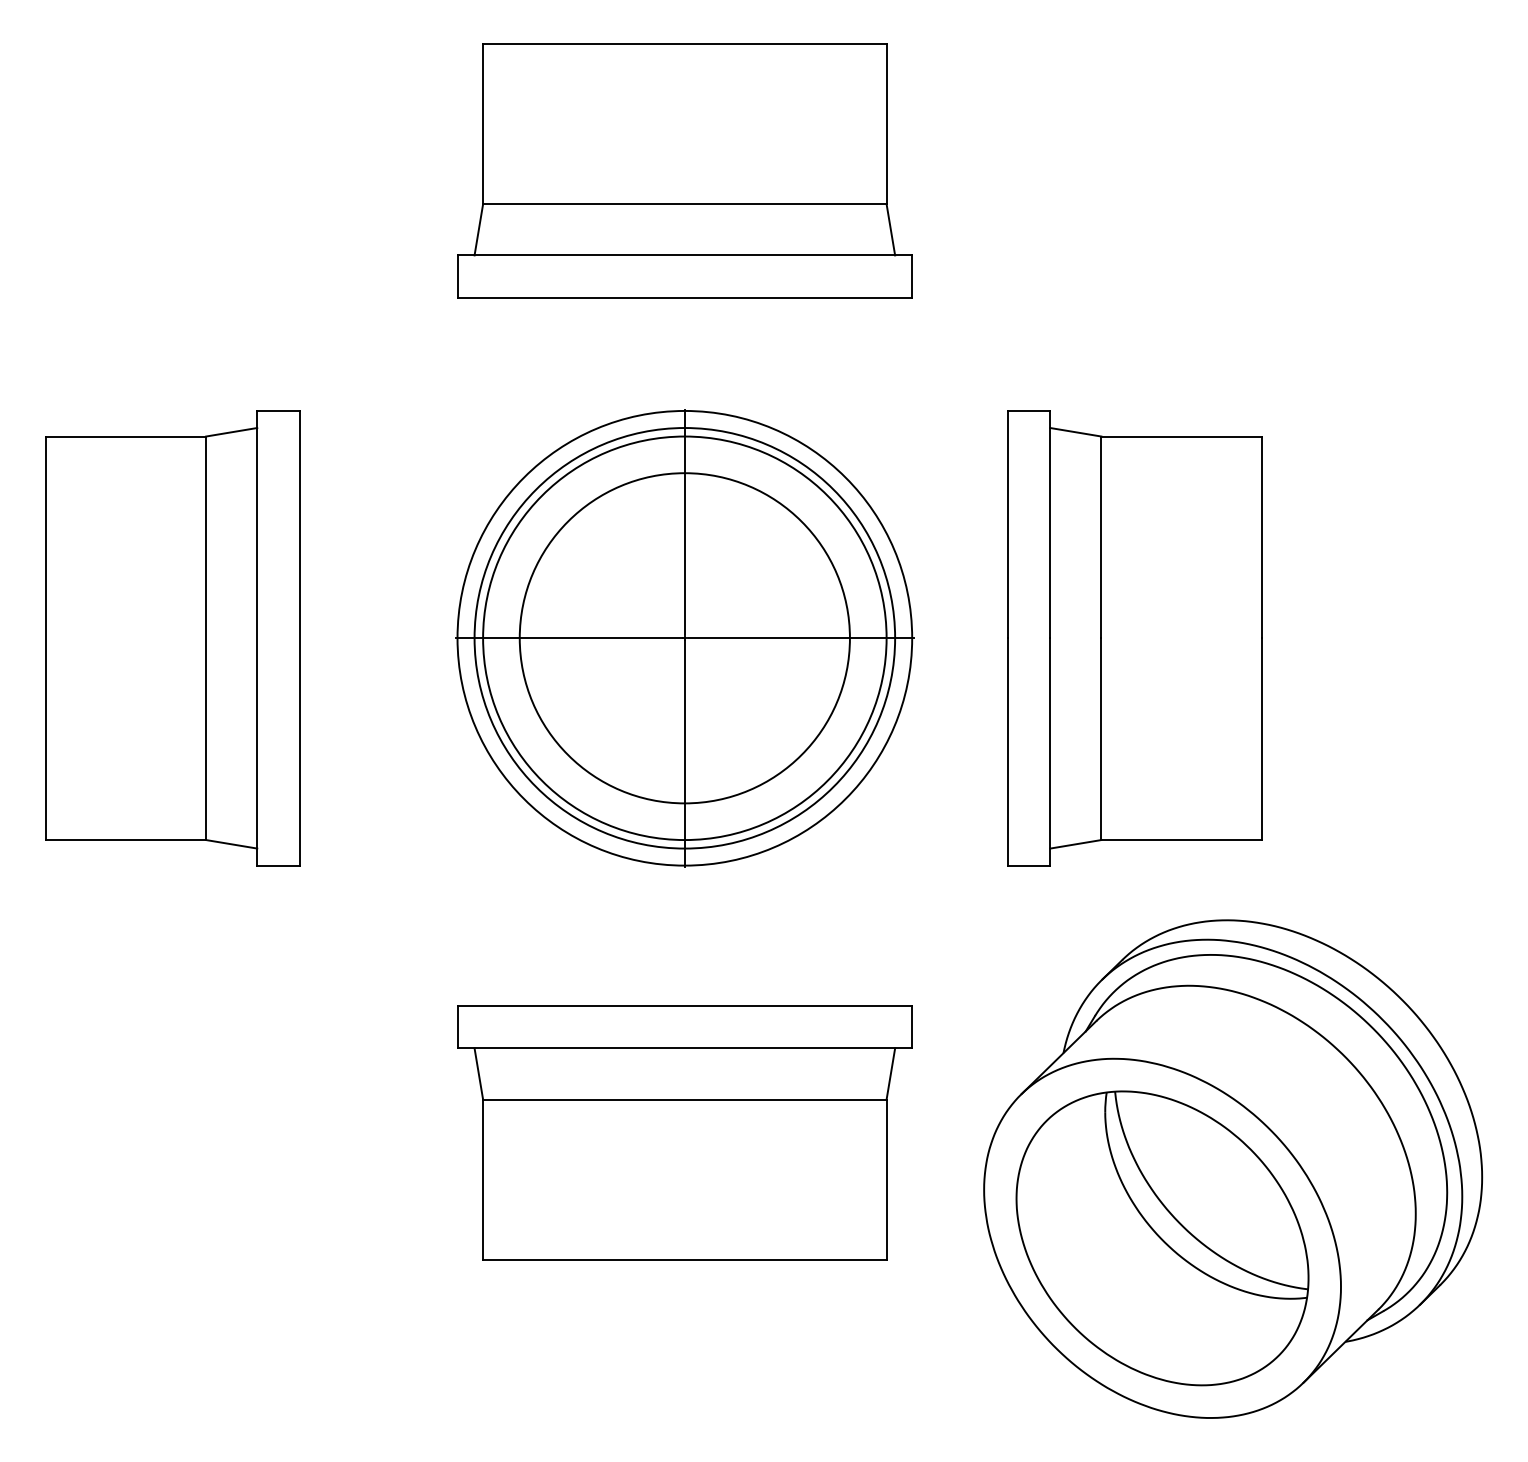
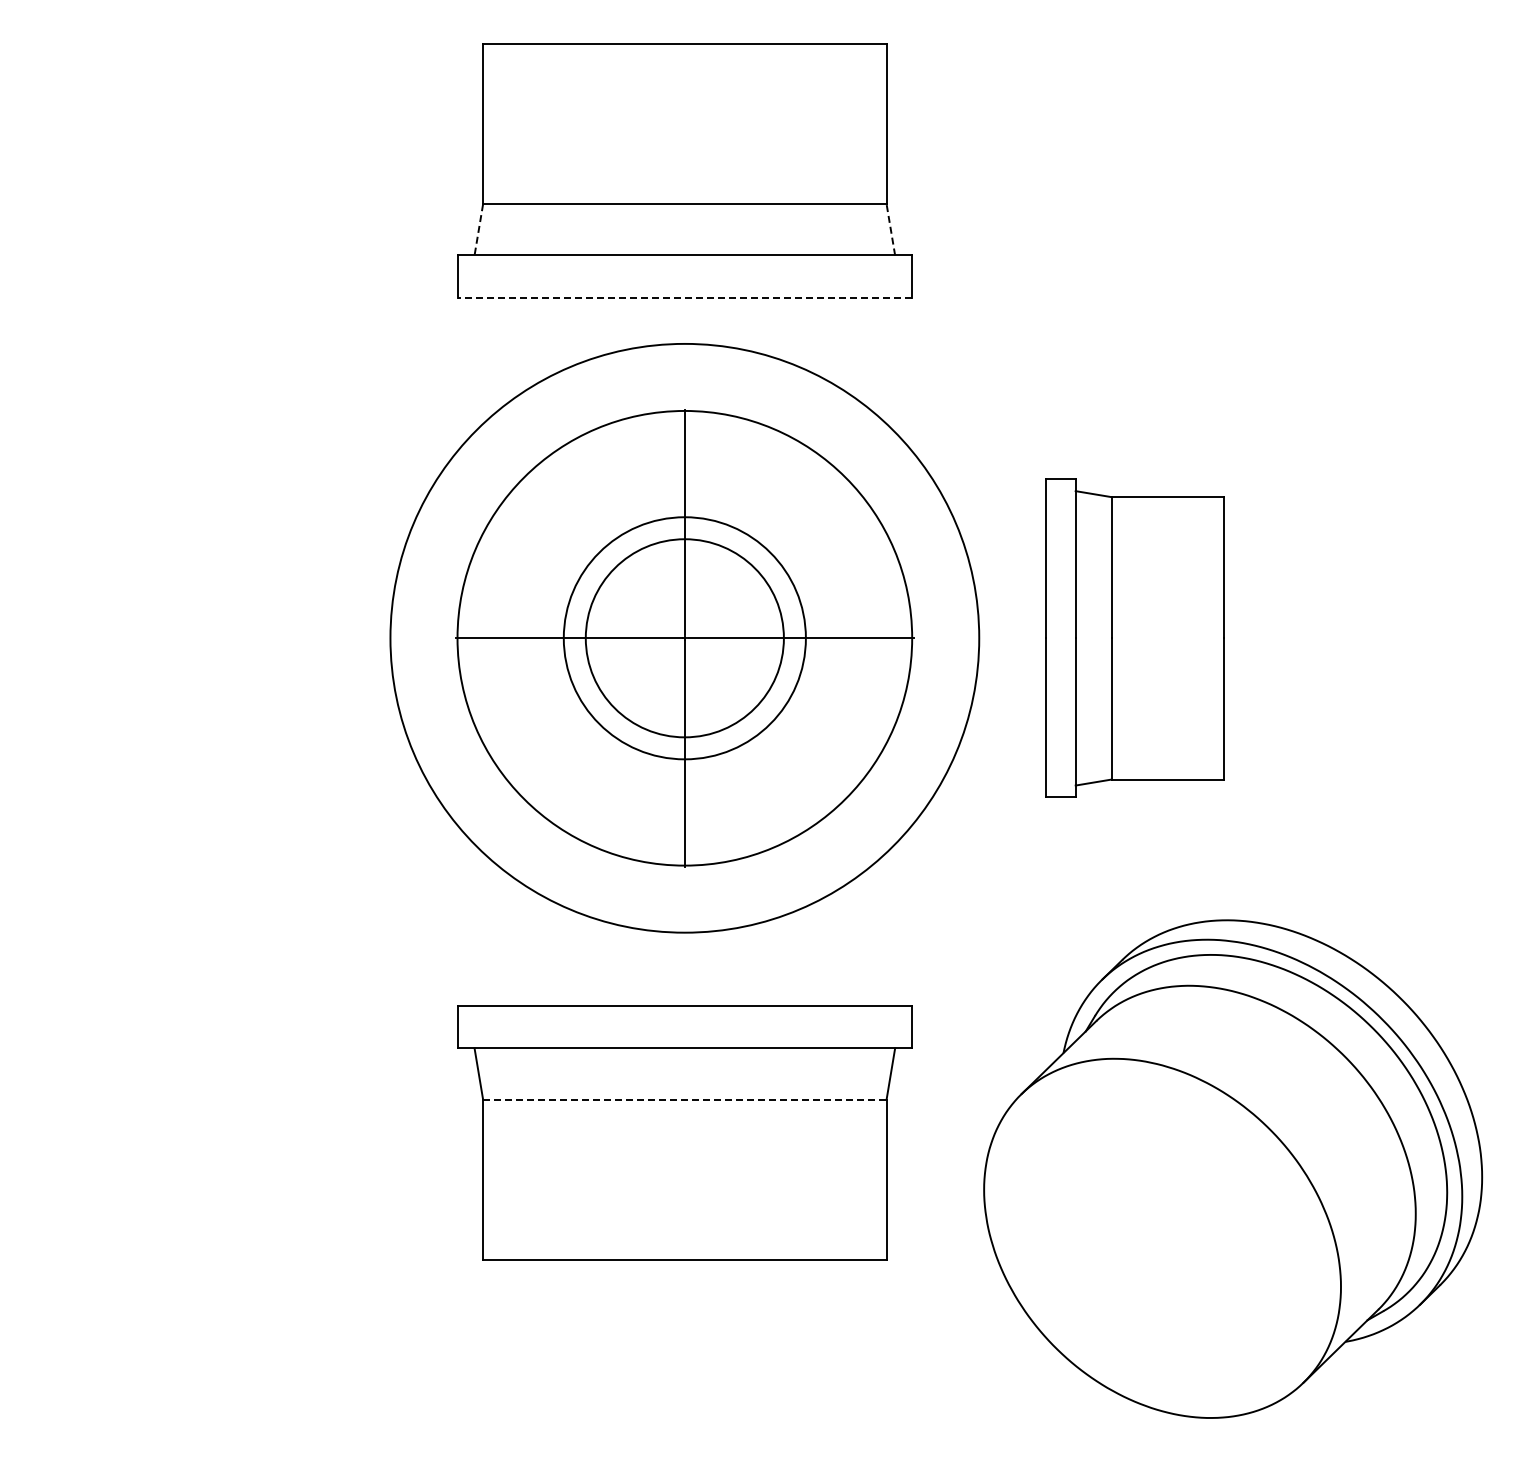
line at (478, 229): solid -> dashed
line at (890, 229): solid -> dashed
line at (684, 298): solid -> dashed
part at (172, 638): present -> none
circle at (684, 638) diameter: 330 px -> 198 px
circle at (684, 638) diameter: 404 px -> 242 px
circle at (684, 638) diameter: 421 px -> 589 px
part at (1134, 638) size: 256x457 px -> 180x320 px
line at (684, 1099): solid -> dashed
part at (1162, 1238): present -> none
